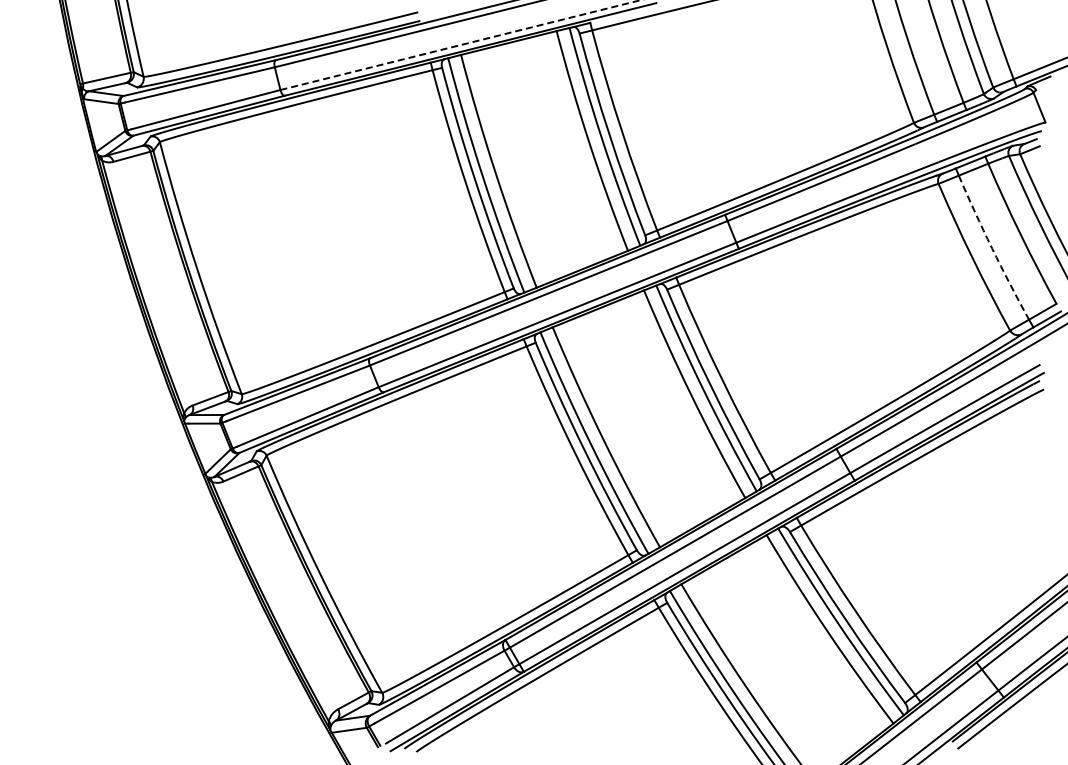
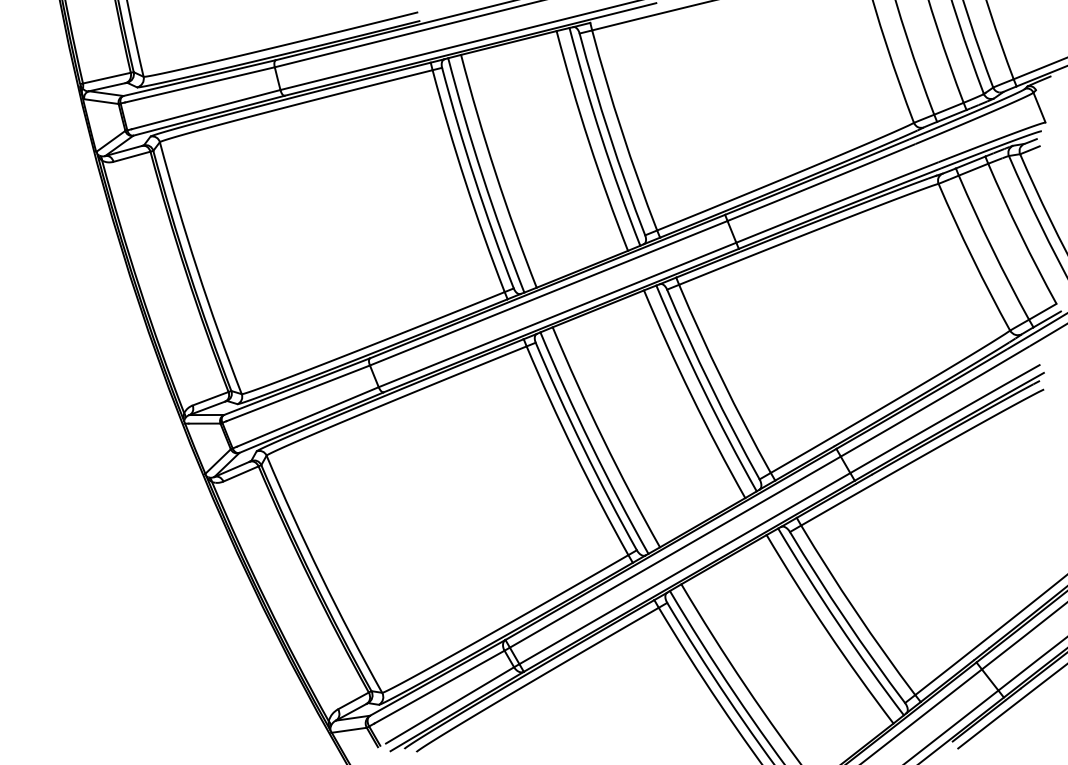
line at (460, 45): dashed -> solid
arc at (992, 248): dashed -> solid
